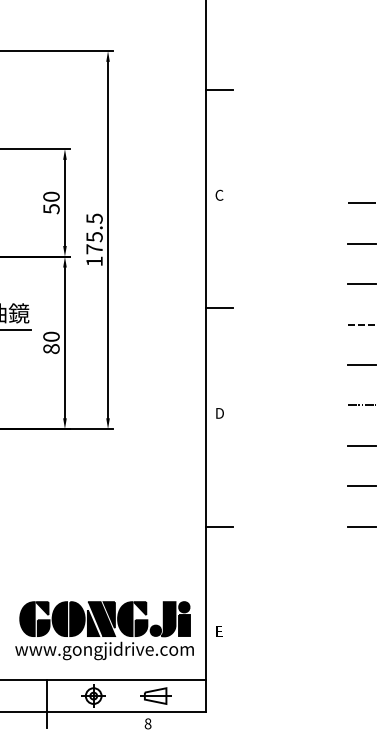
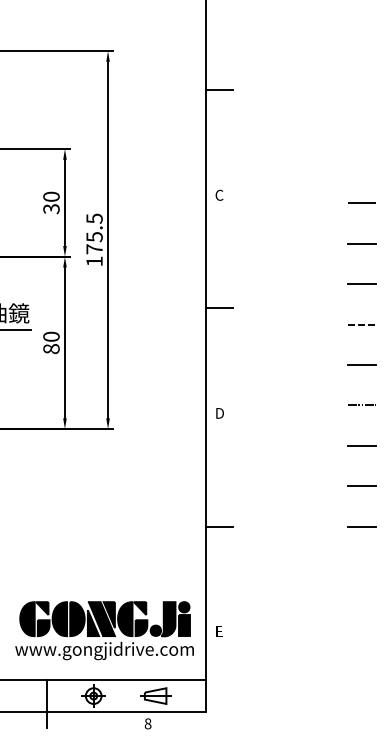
text at (51, 208): 50 -> 30
